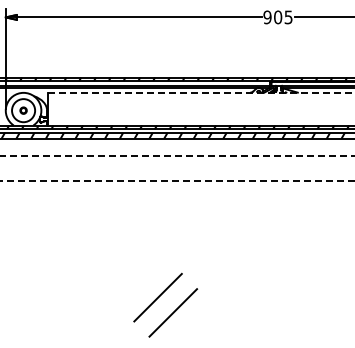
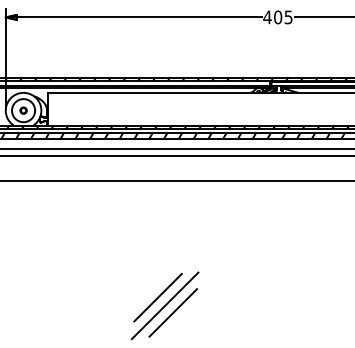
text at (267, 17): 905 -> 405
line at (200, 92): dashed -> solid
line at (176, 148): none -> present
line at (177, 155): dashed -> solid
line at (178, 181): dashed -> solid
line at (164, 305): none -> present
